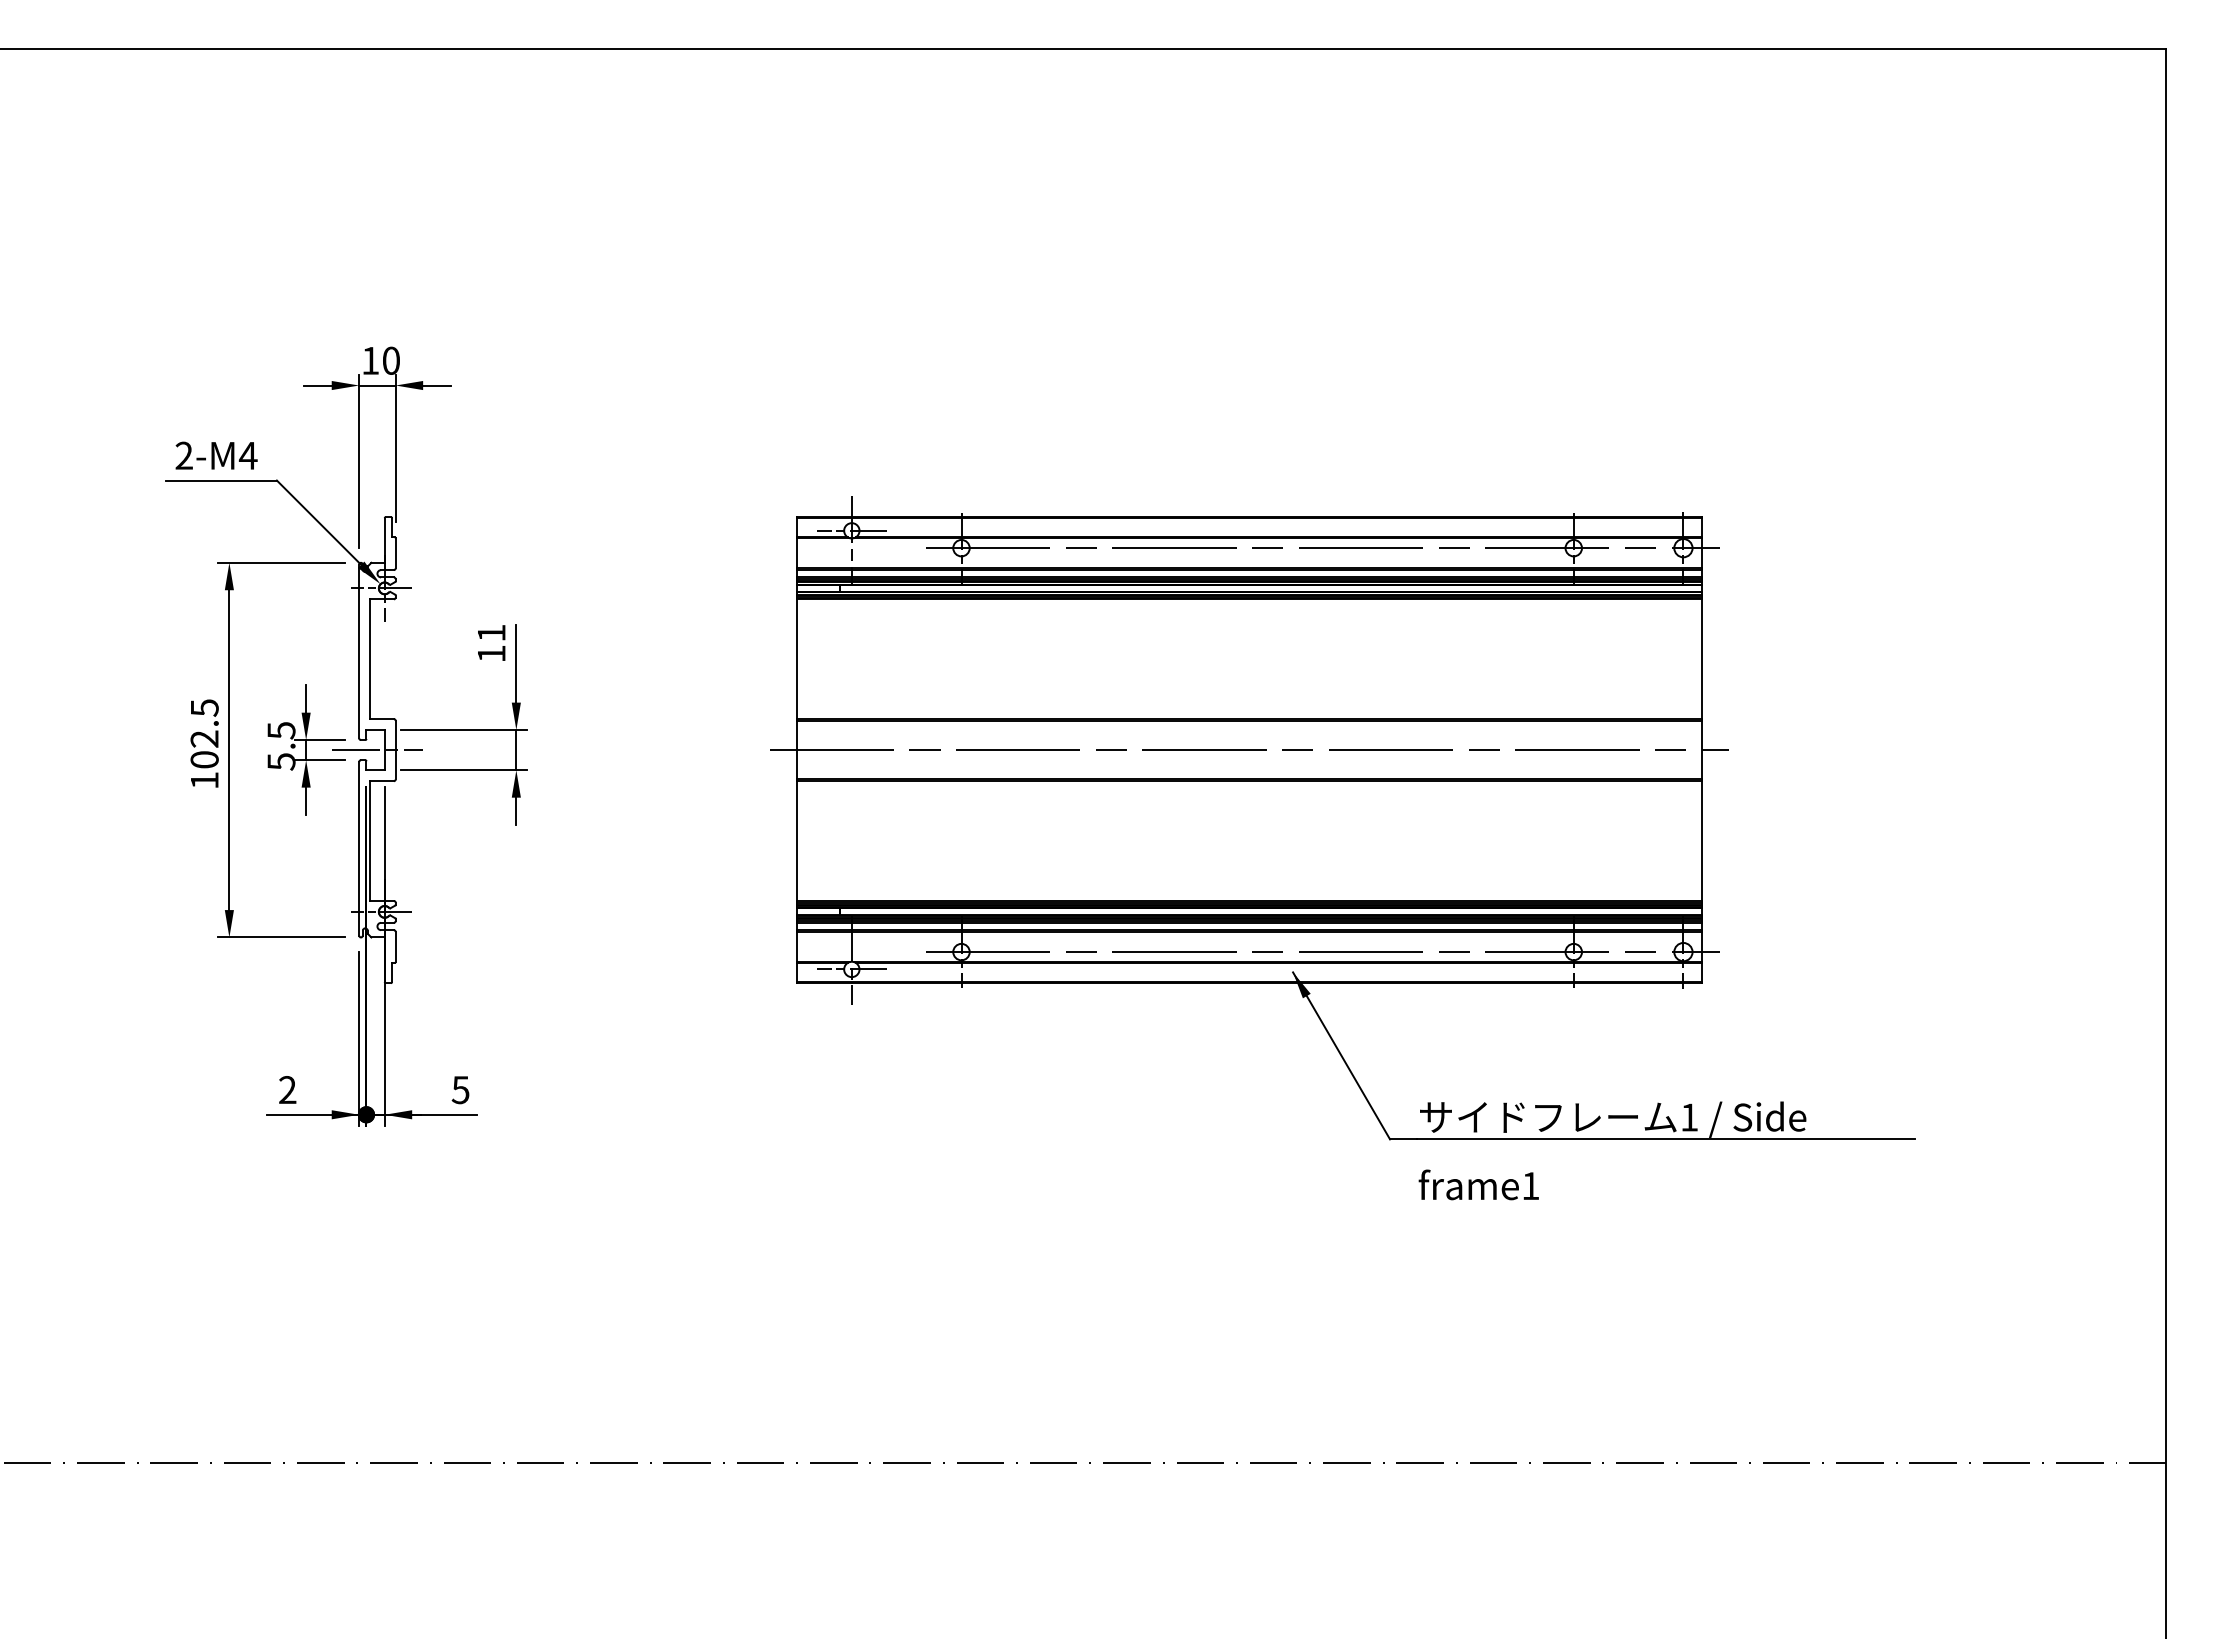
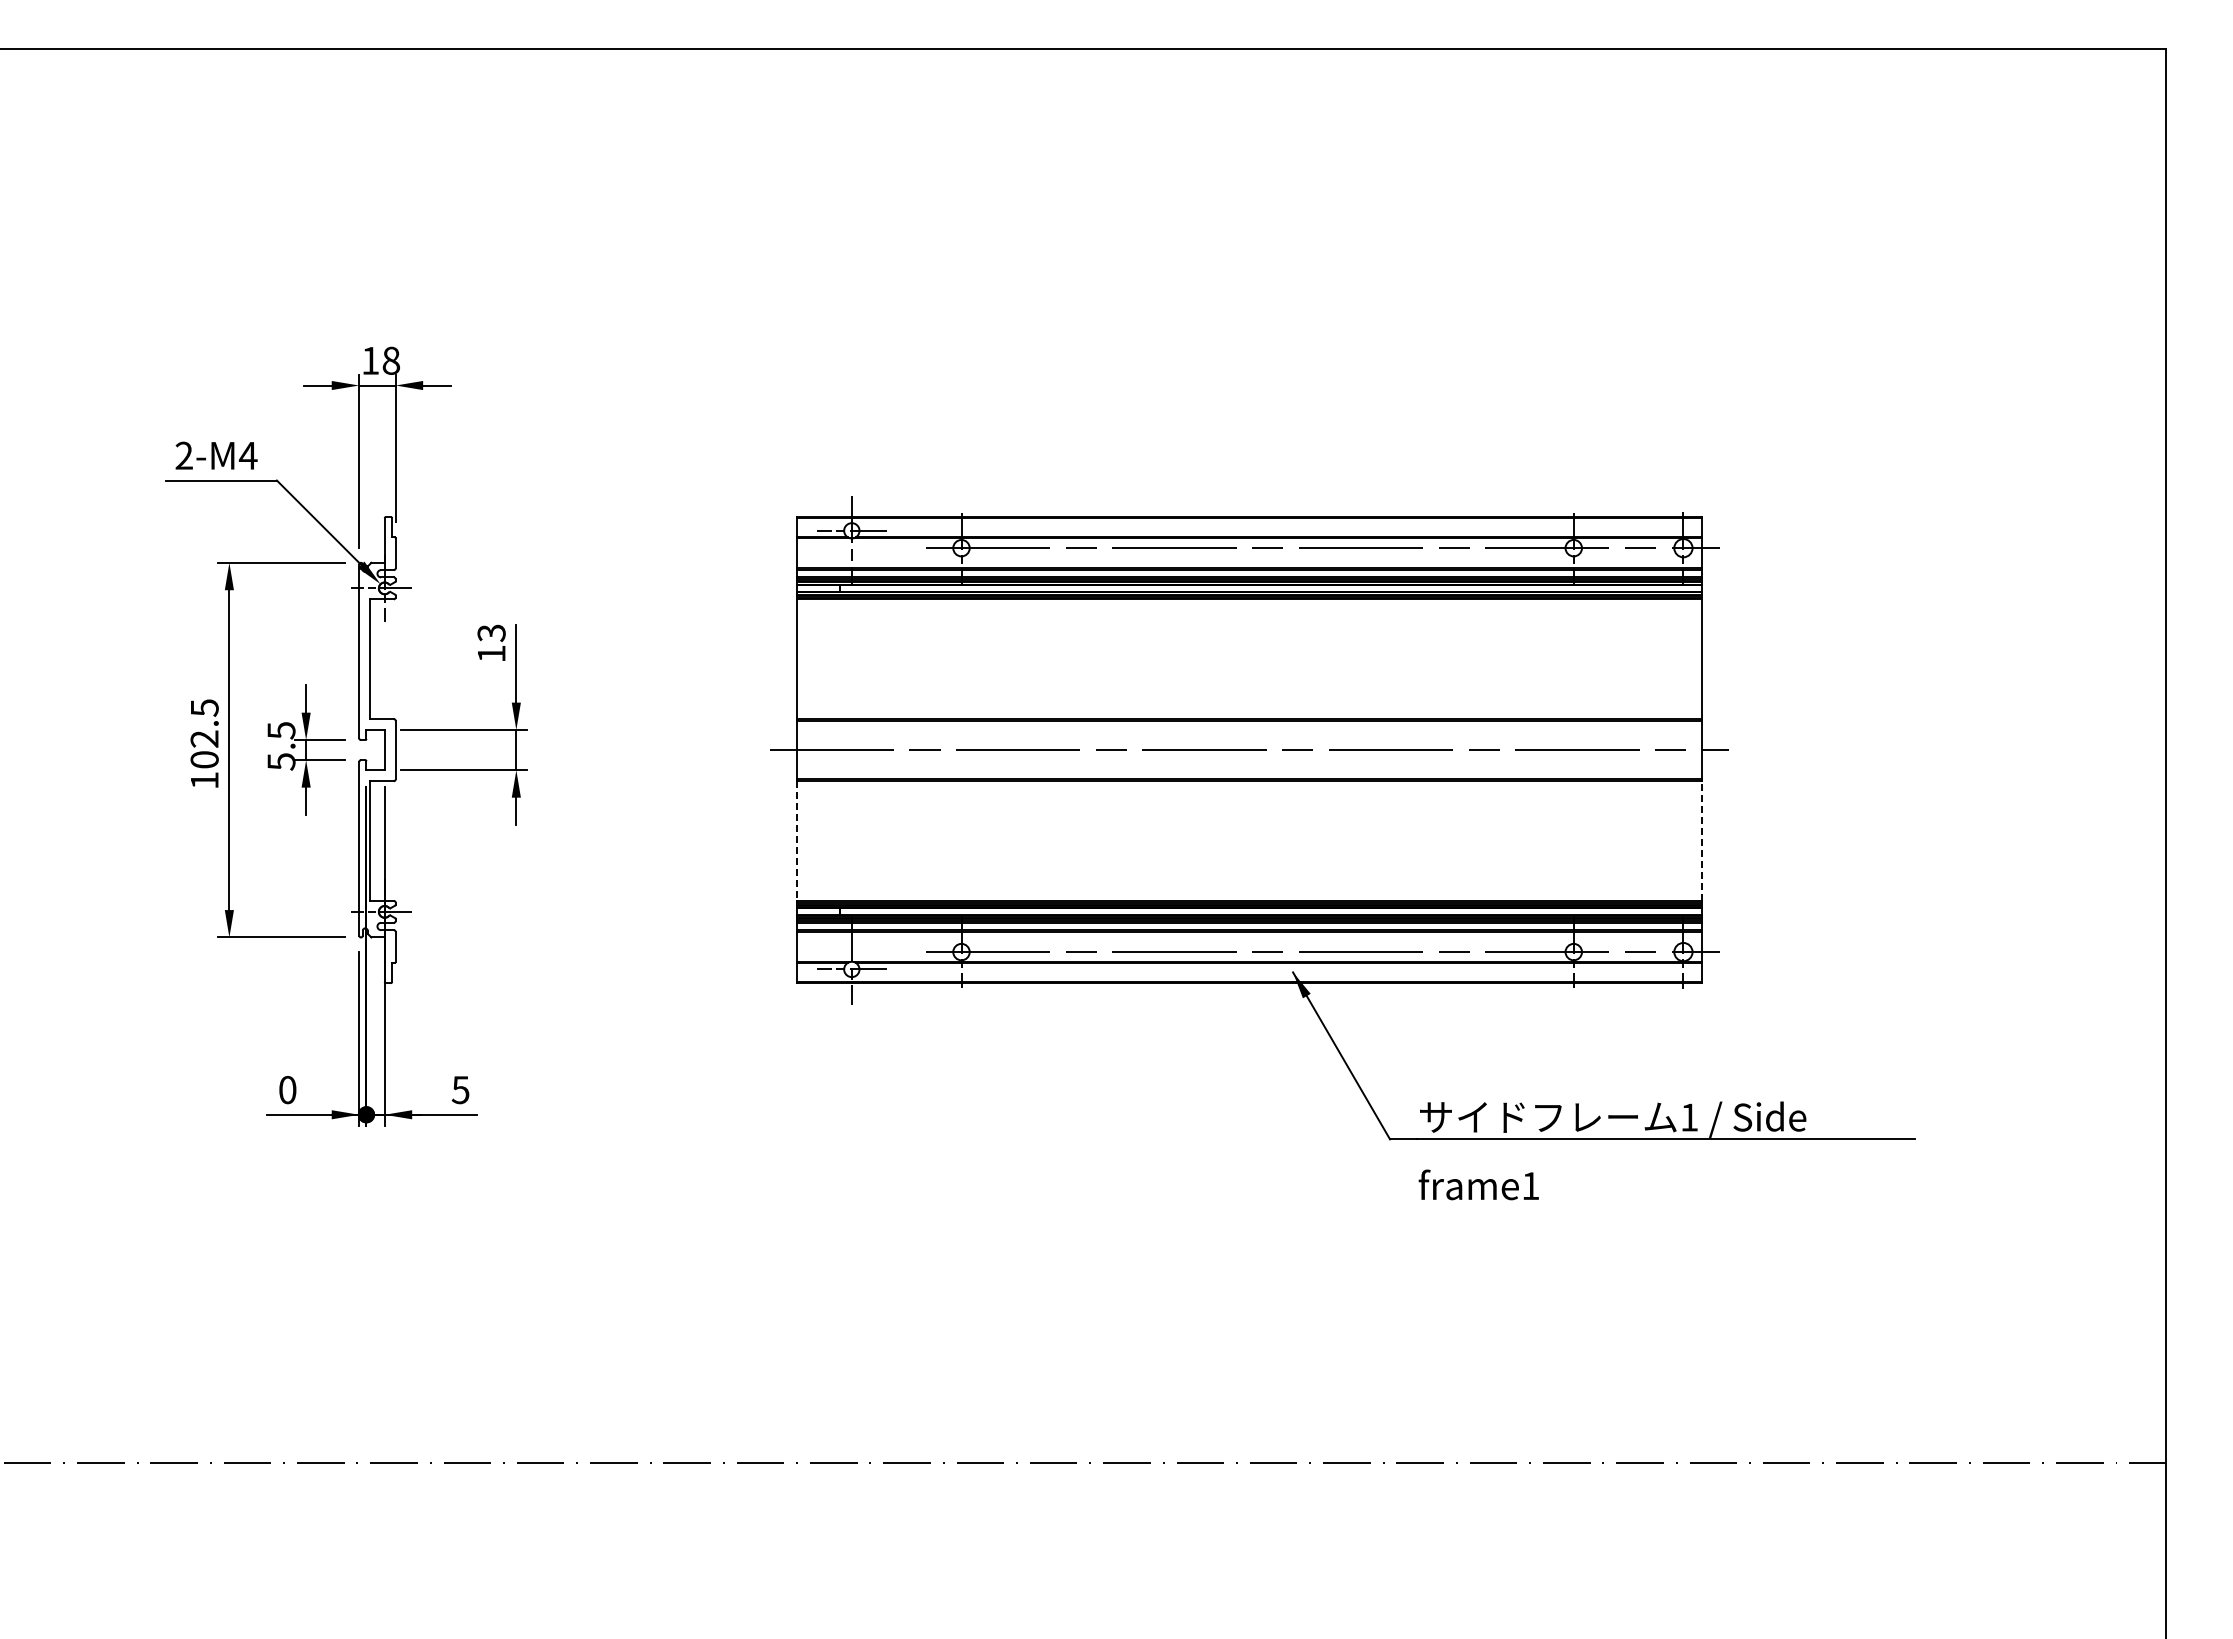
text at (391, 360): 10 -> 18
text at (491, 633): 11 -> 13
line at (377, 750): present -> none
line at (797, 841): solid -> dashed
line at (1701, 841): solid -> dashed
text at (287, 1090): 2 -> 0
